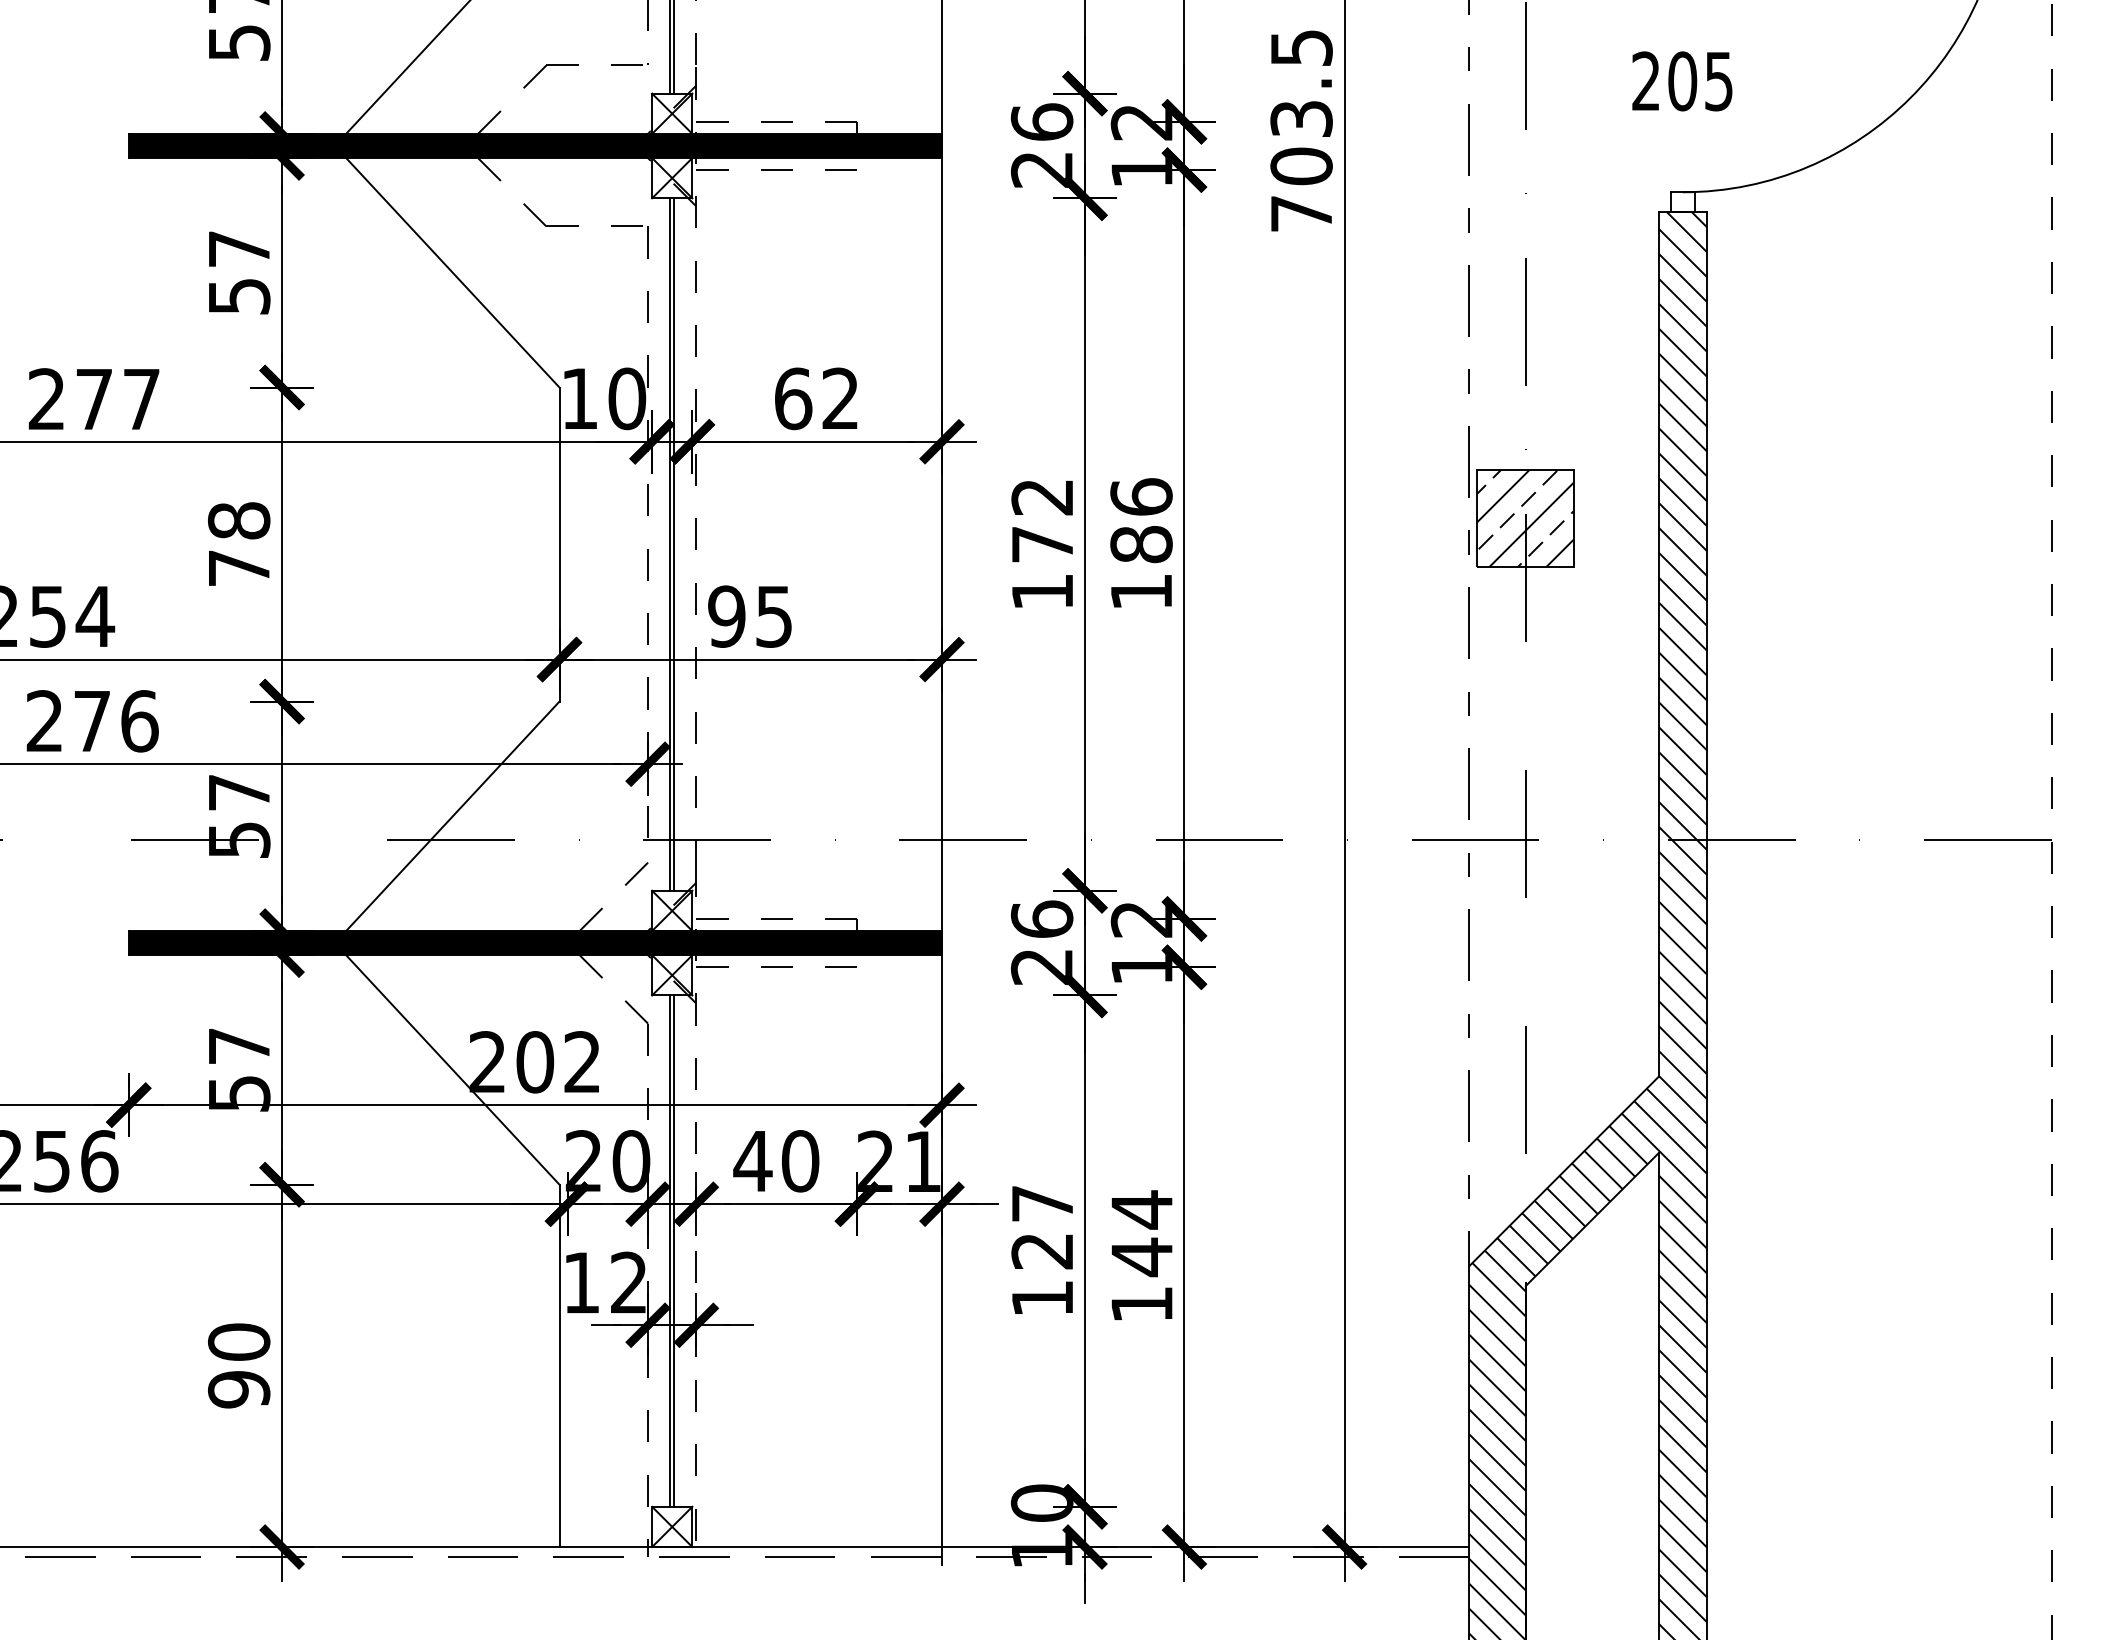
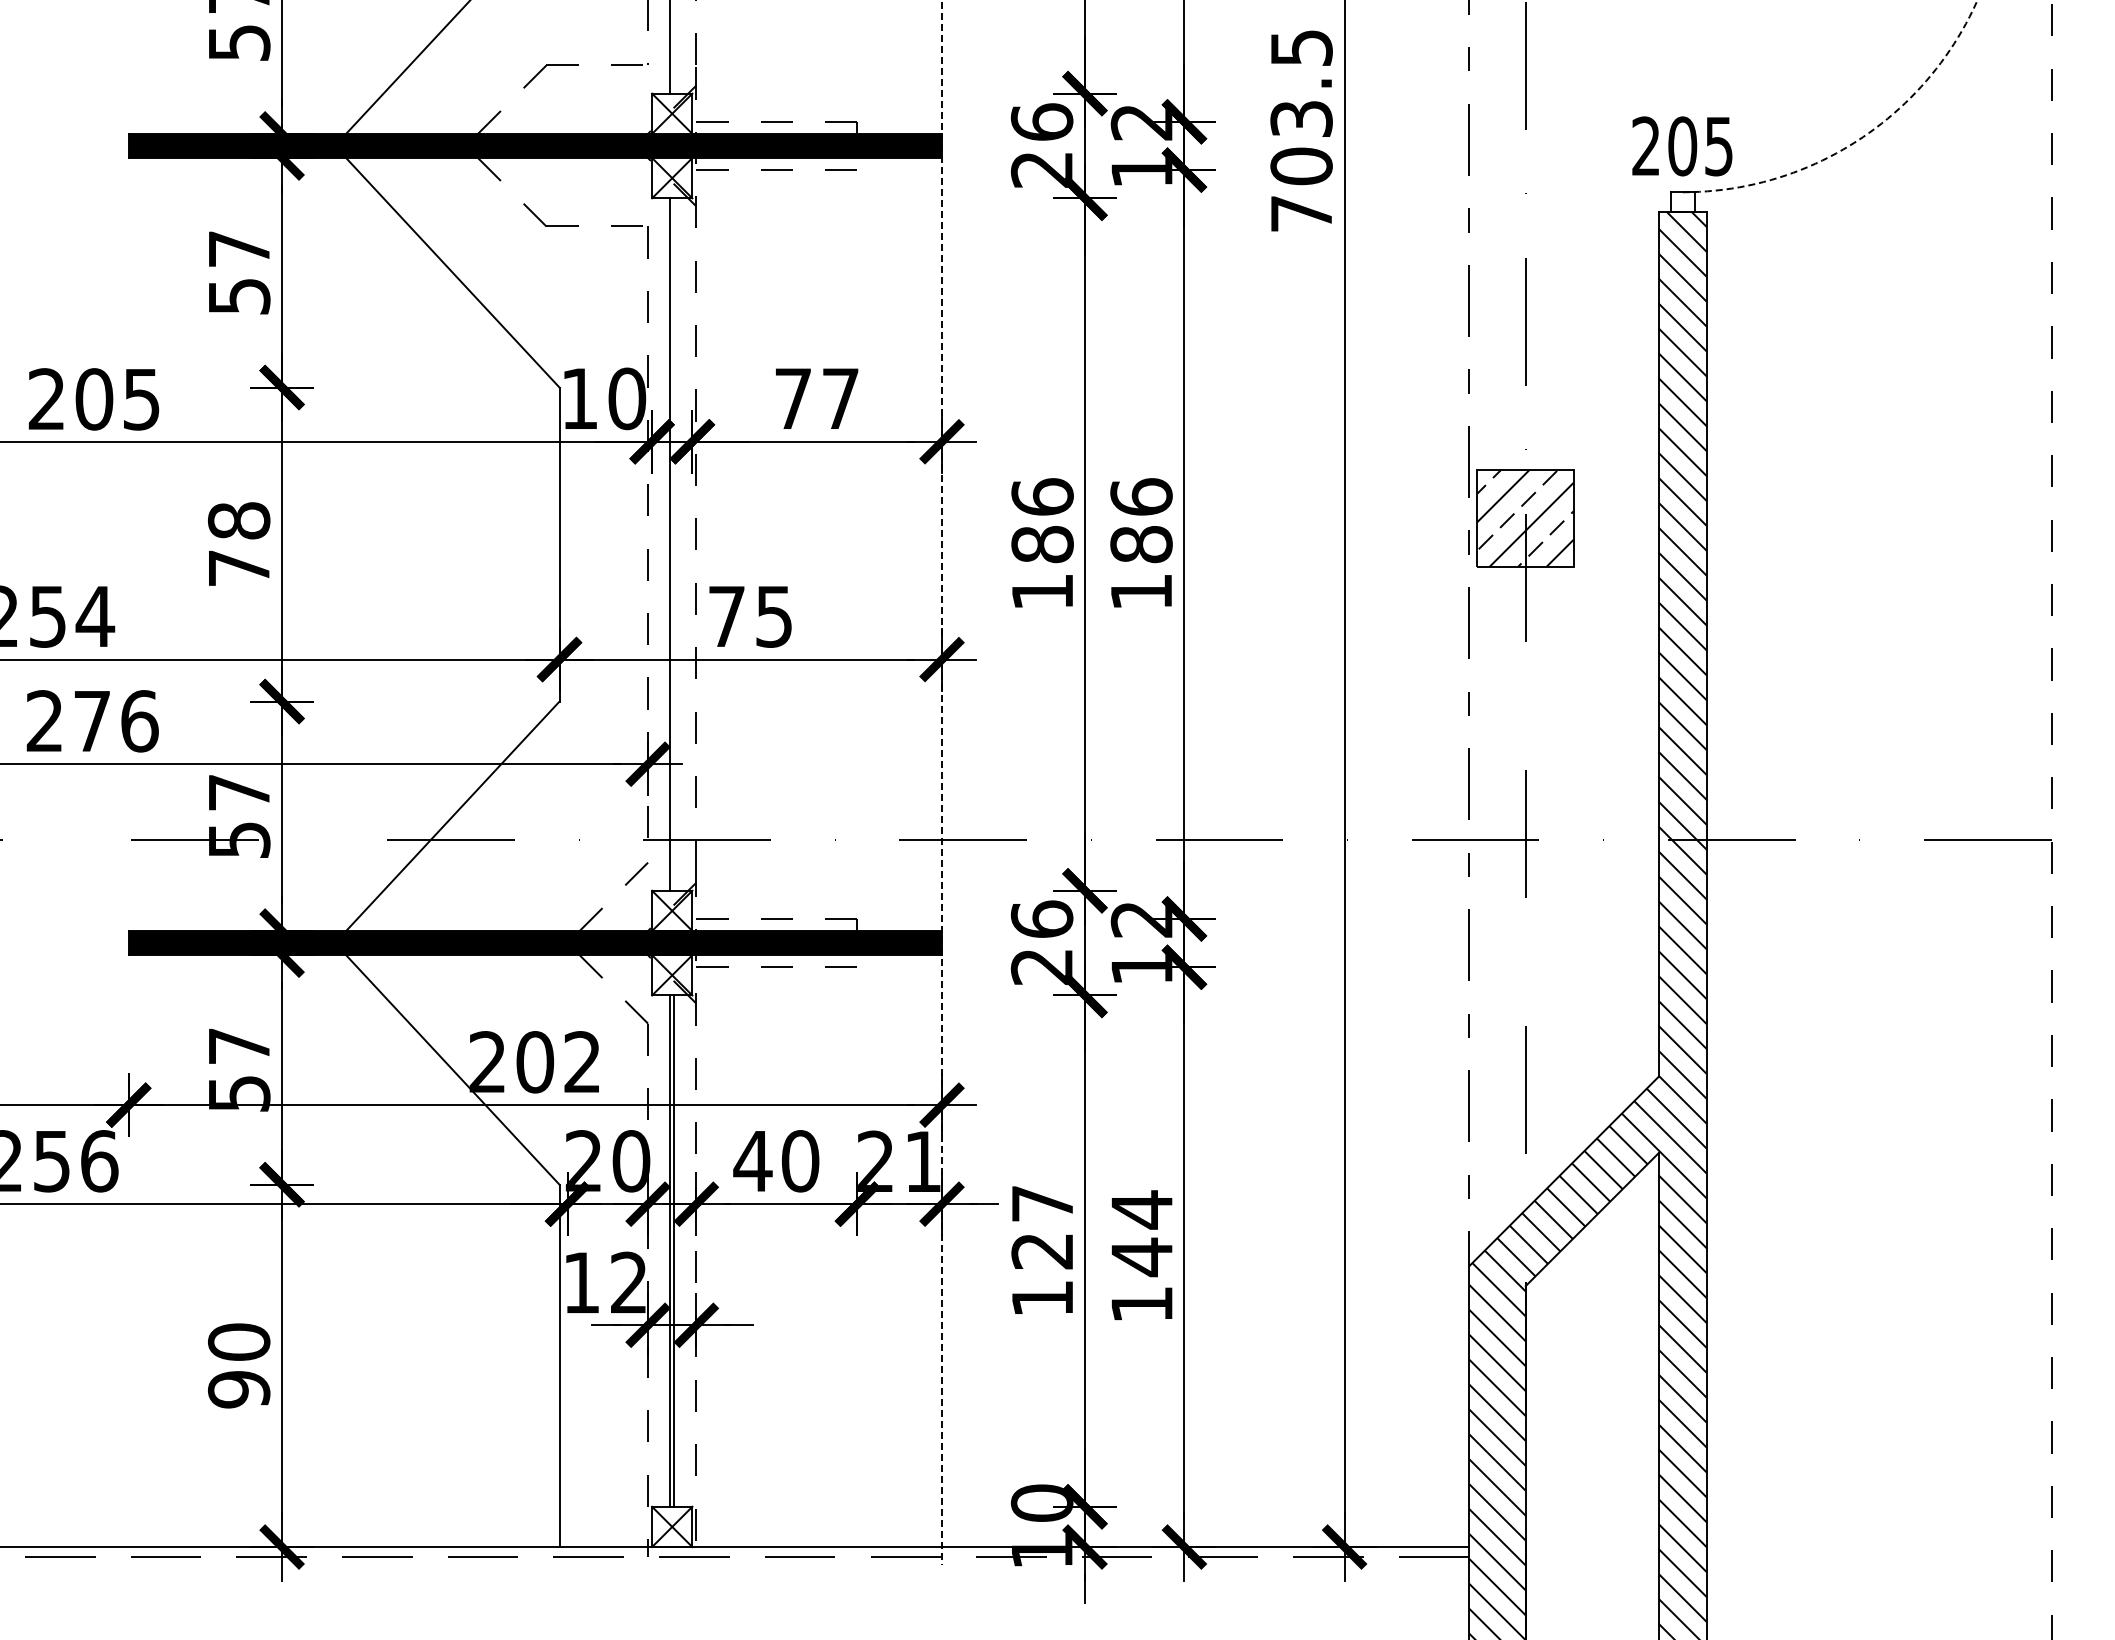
line at (674, 47): present -> none
text at (1682, 81) position: (1682, 81) -> (1682, 146)
arc at (1859, 139): solid -> dashed
text at (816, 398): 62 -> 77
text at (117, 399): 277 -> 205
text at (1042, 520): 172 -> 186
line at (674, 544): present -> none
text at (726, 616): 95 -> 75
line at (942, 783): solid -> dashed
